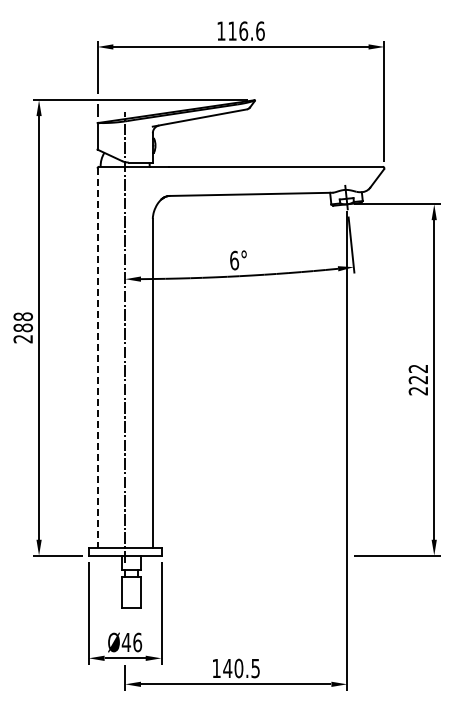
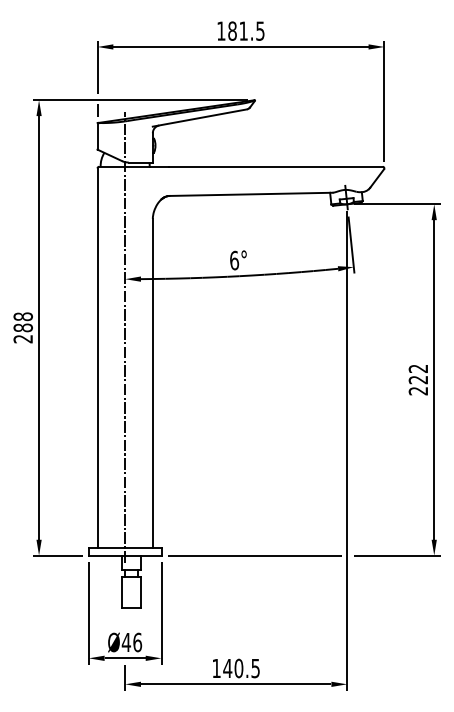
text at (246, 30): 116.6 -> 181.5
line at (97, 358): dashed -> solid
line at (254, 555): none -> present
